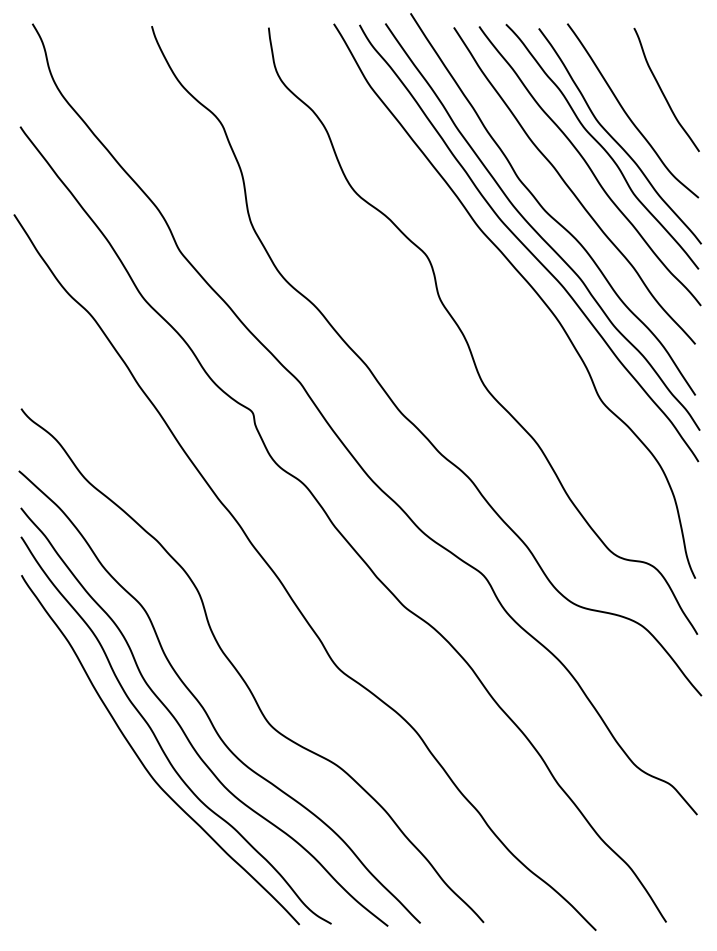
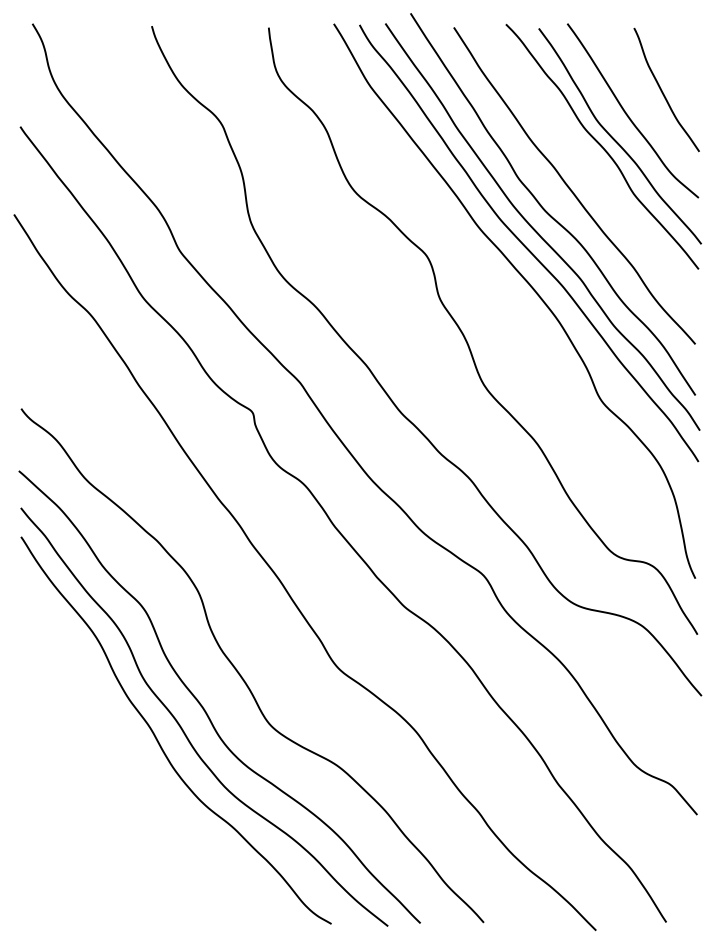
curve at (589, 166): present -> none
curve at (142, 761): present -> none
